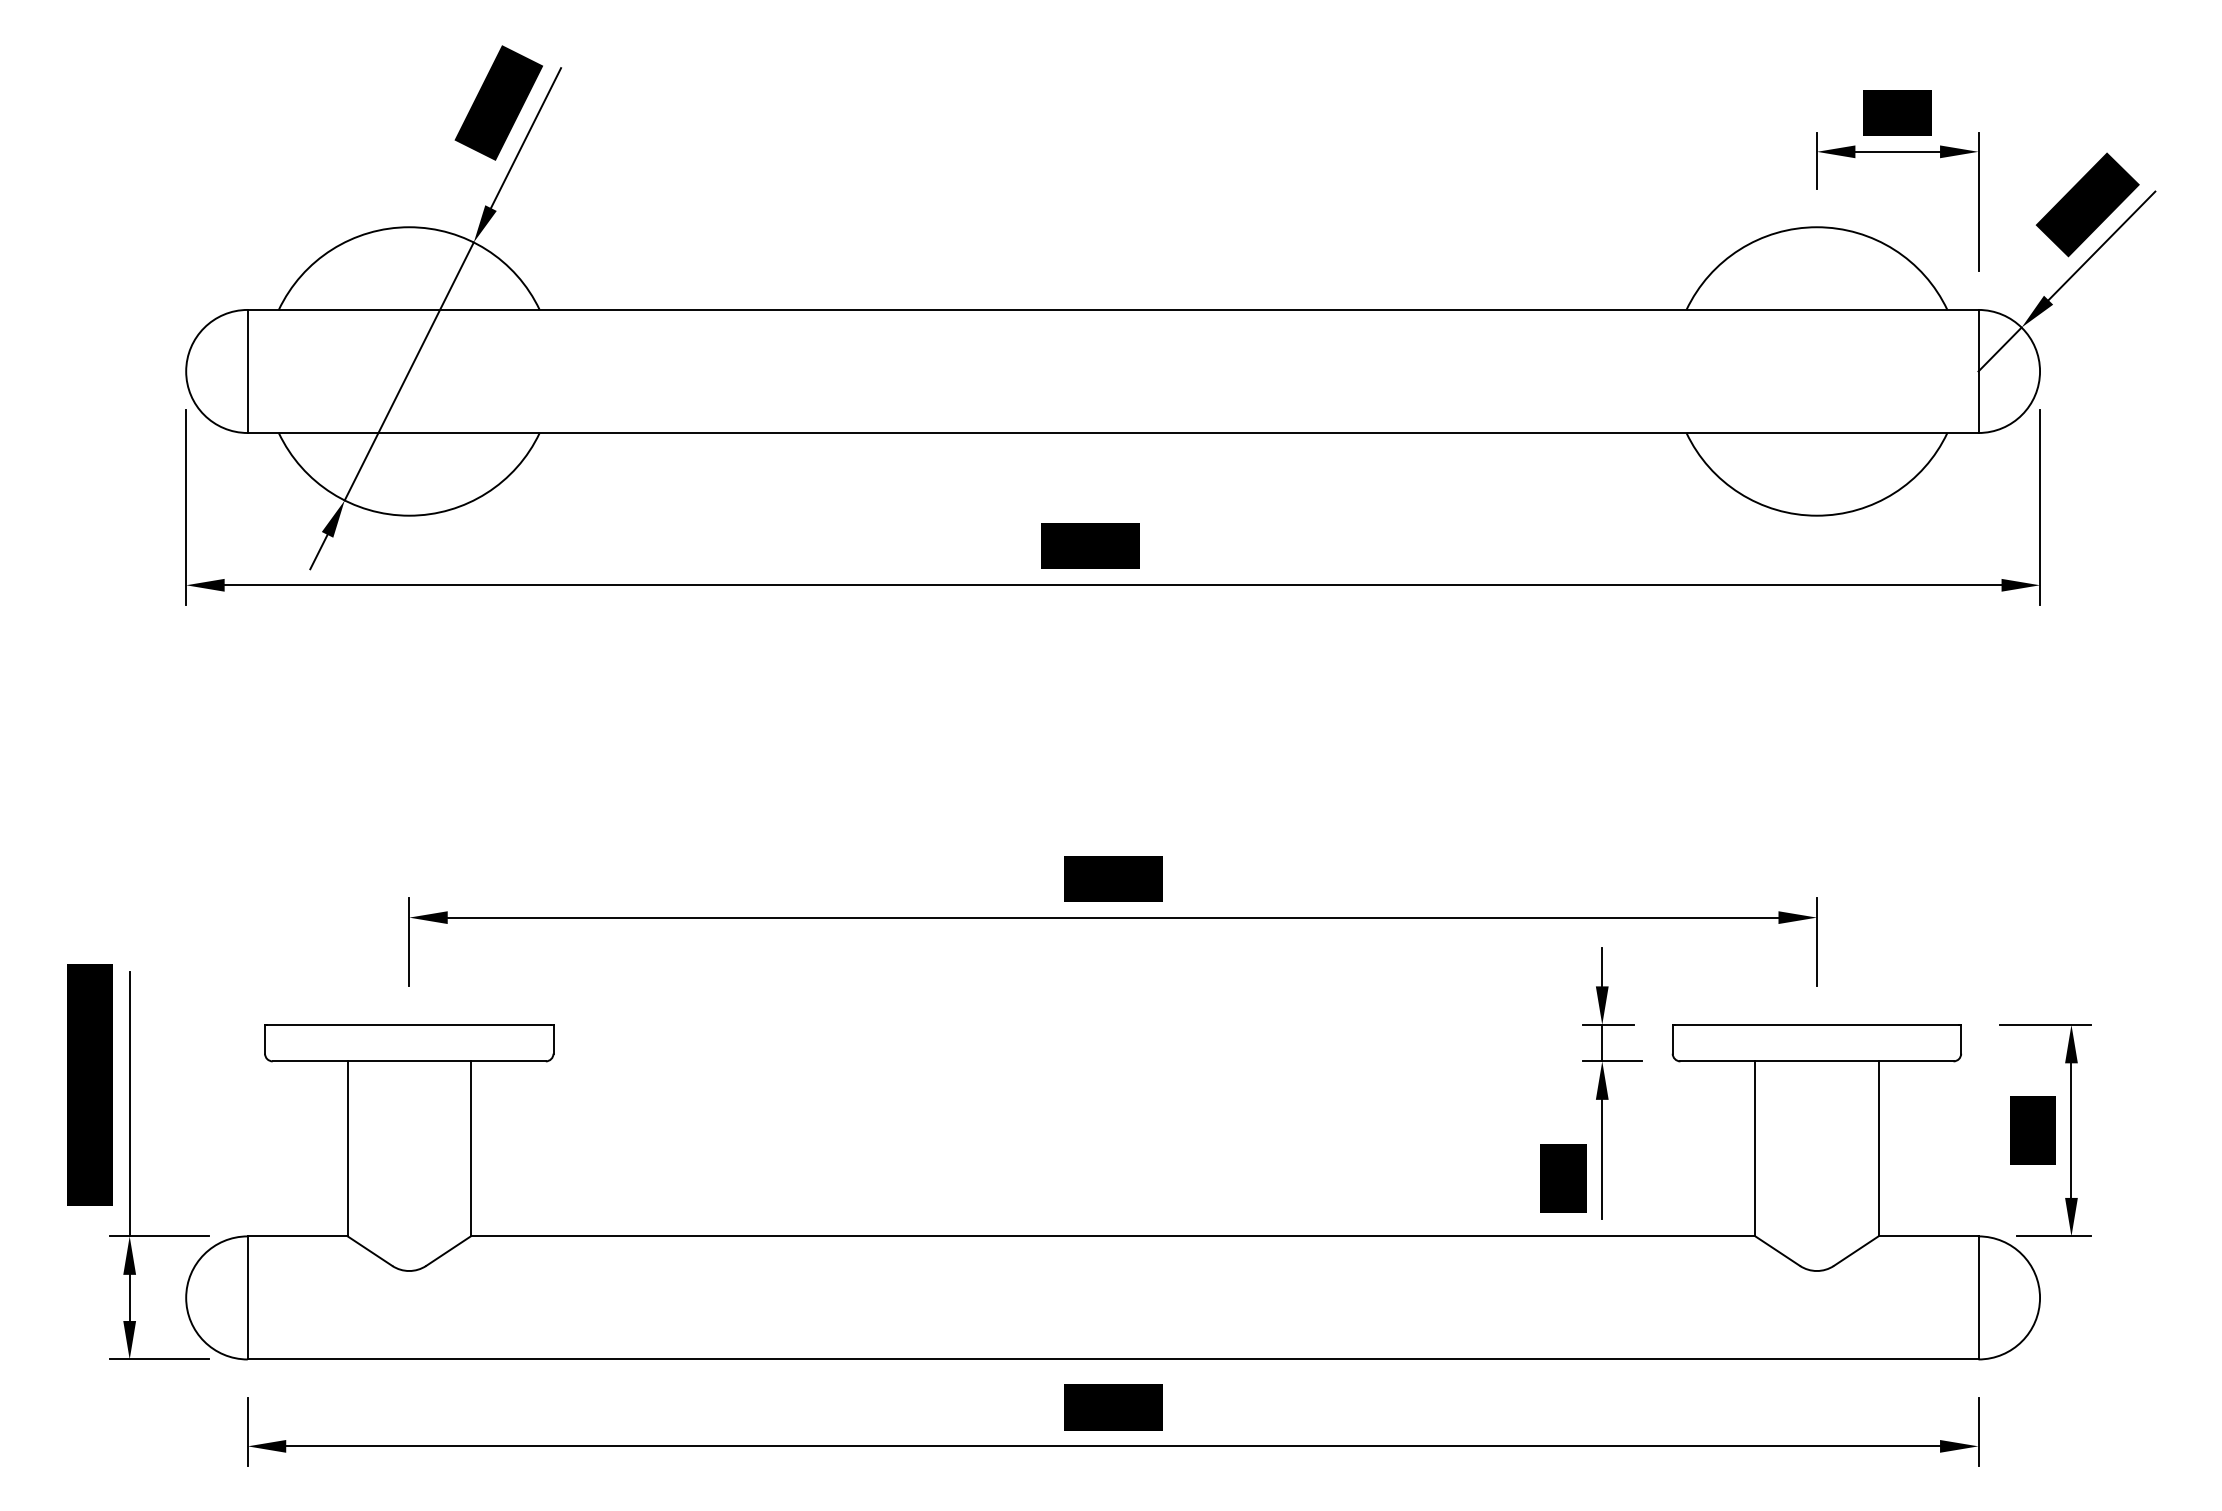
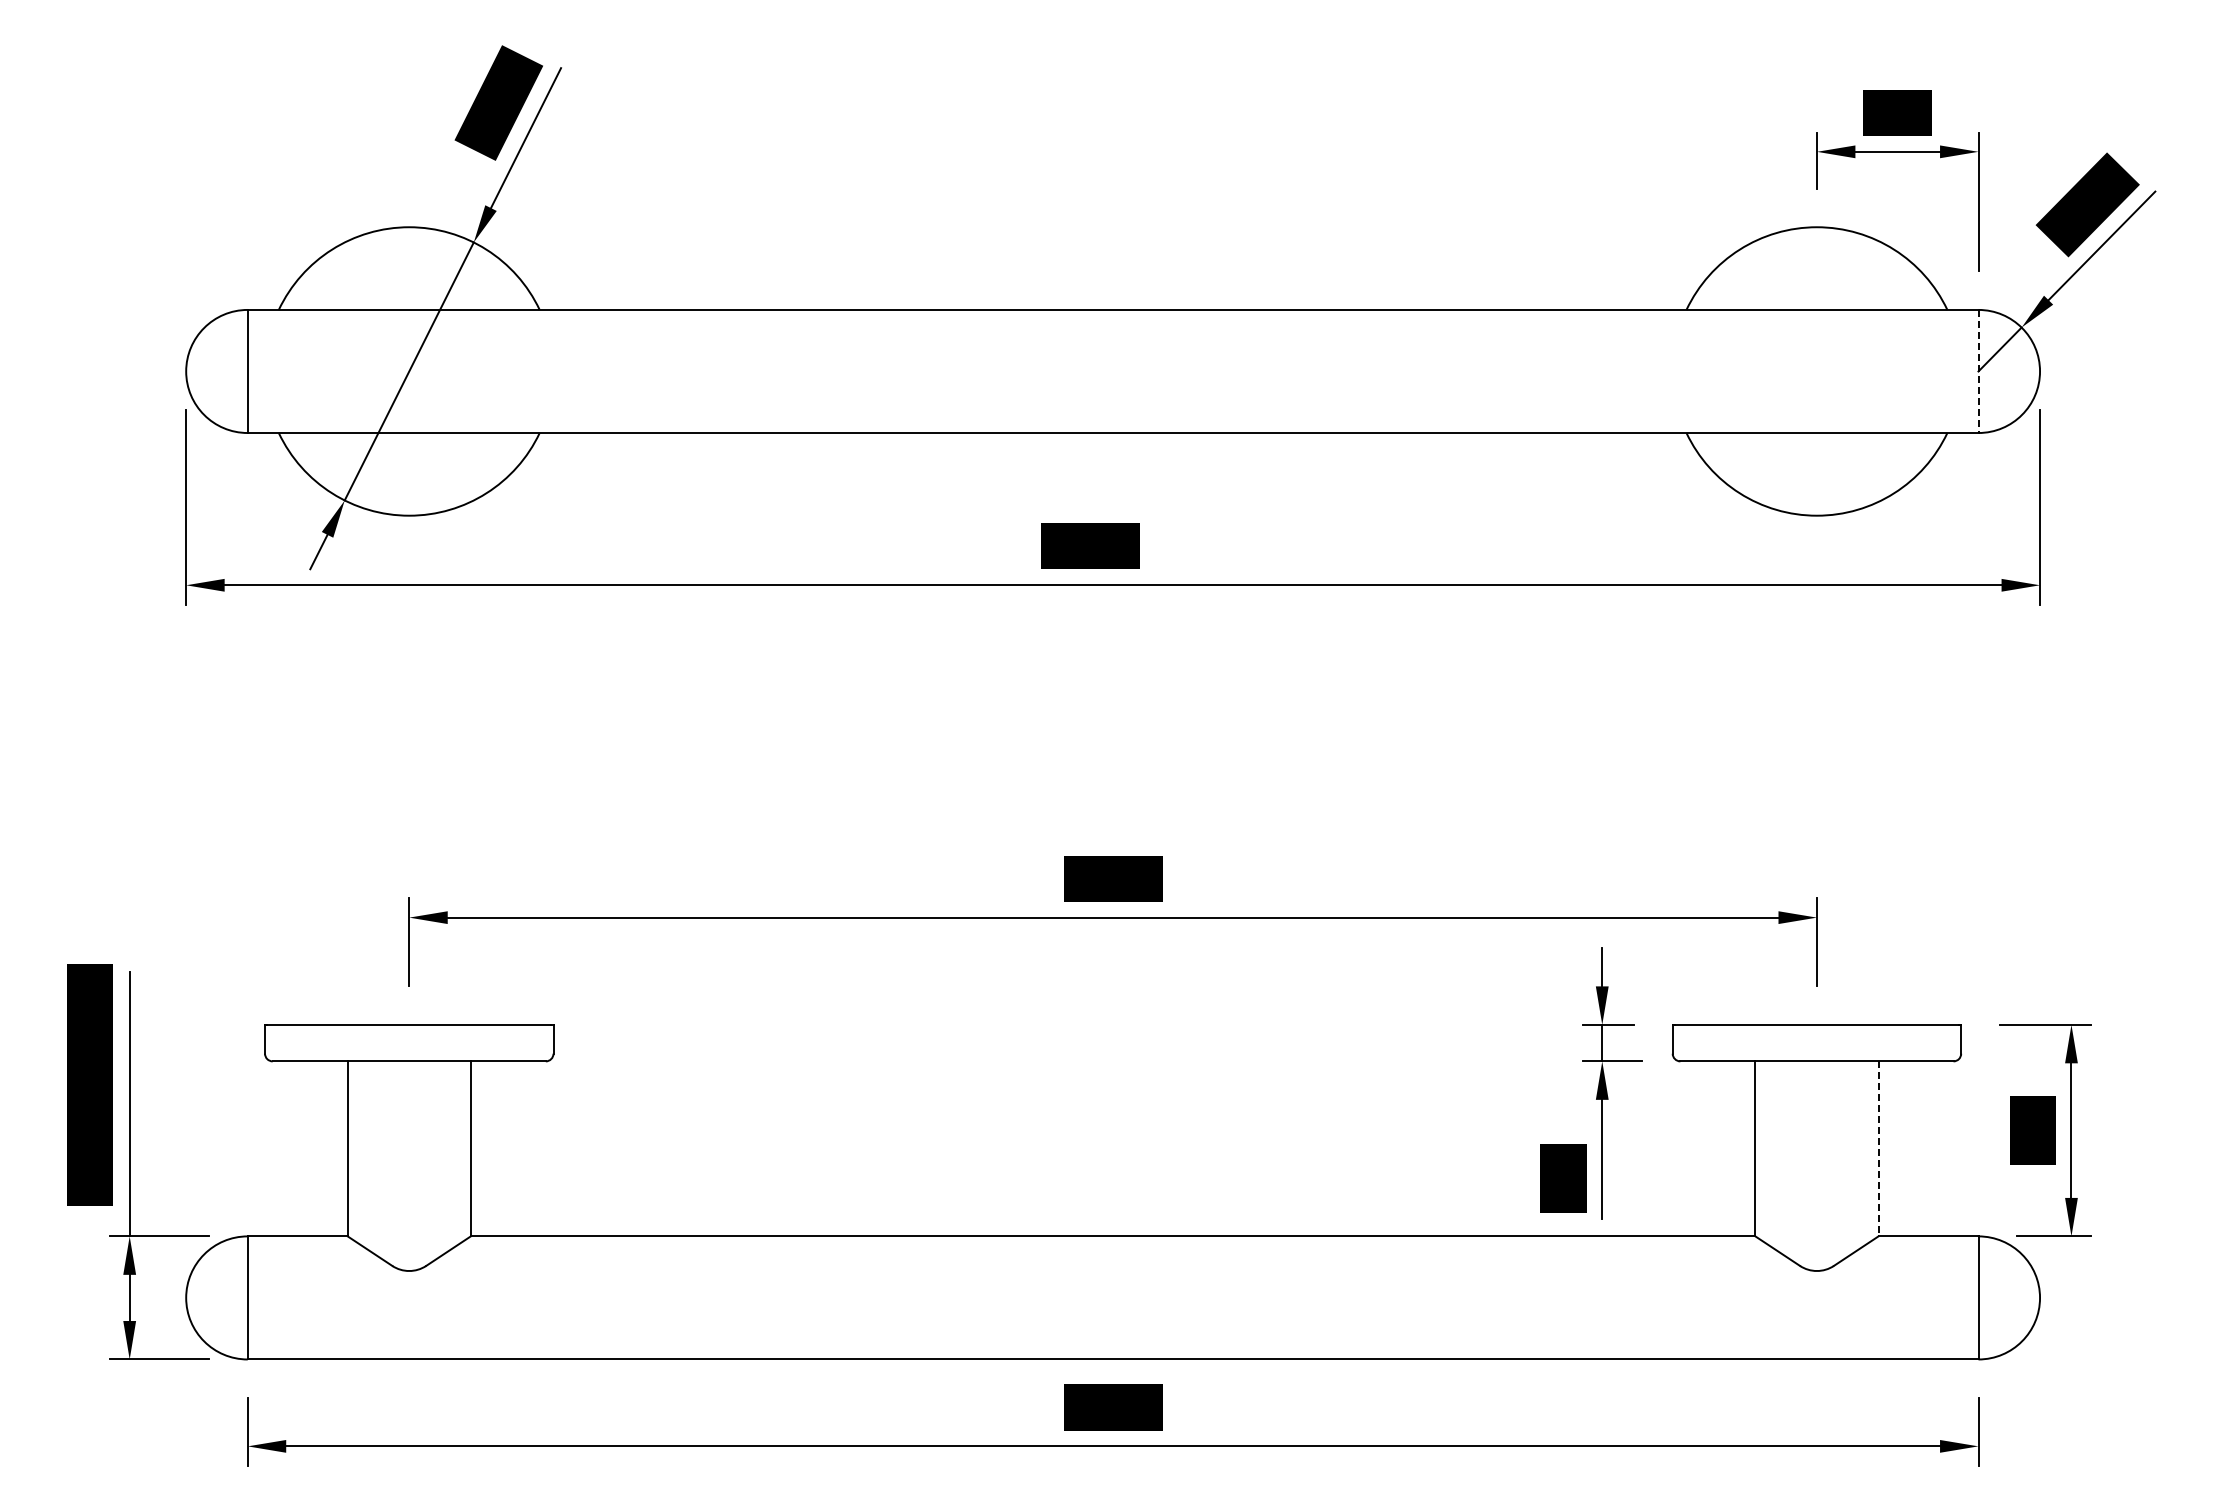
line at (1978, 371): solid -> dashed
line at (1878, 1149): solid -> dashed
